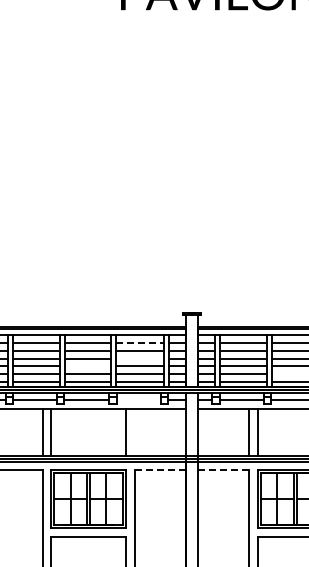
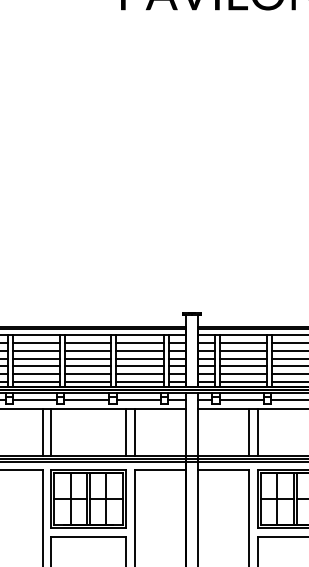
line at (140, 343): dashed -> solid
line at (139, 359): none -> present
line at (87, 366): none -> present
line at (288, 374): none -> present
line at (138, 400): none -> present
line at (134, 431): none -> present
line at (160, 470): dashed -> solid
line at (223, 470): dashed -> solid
